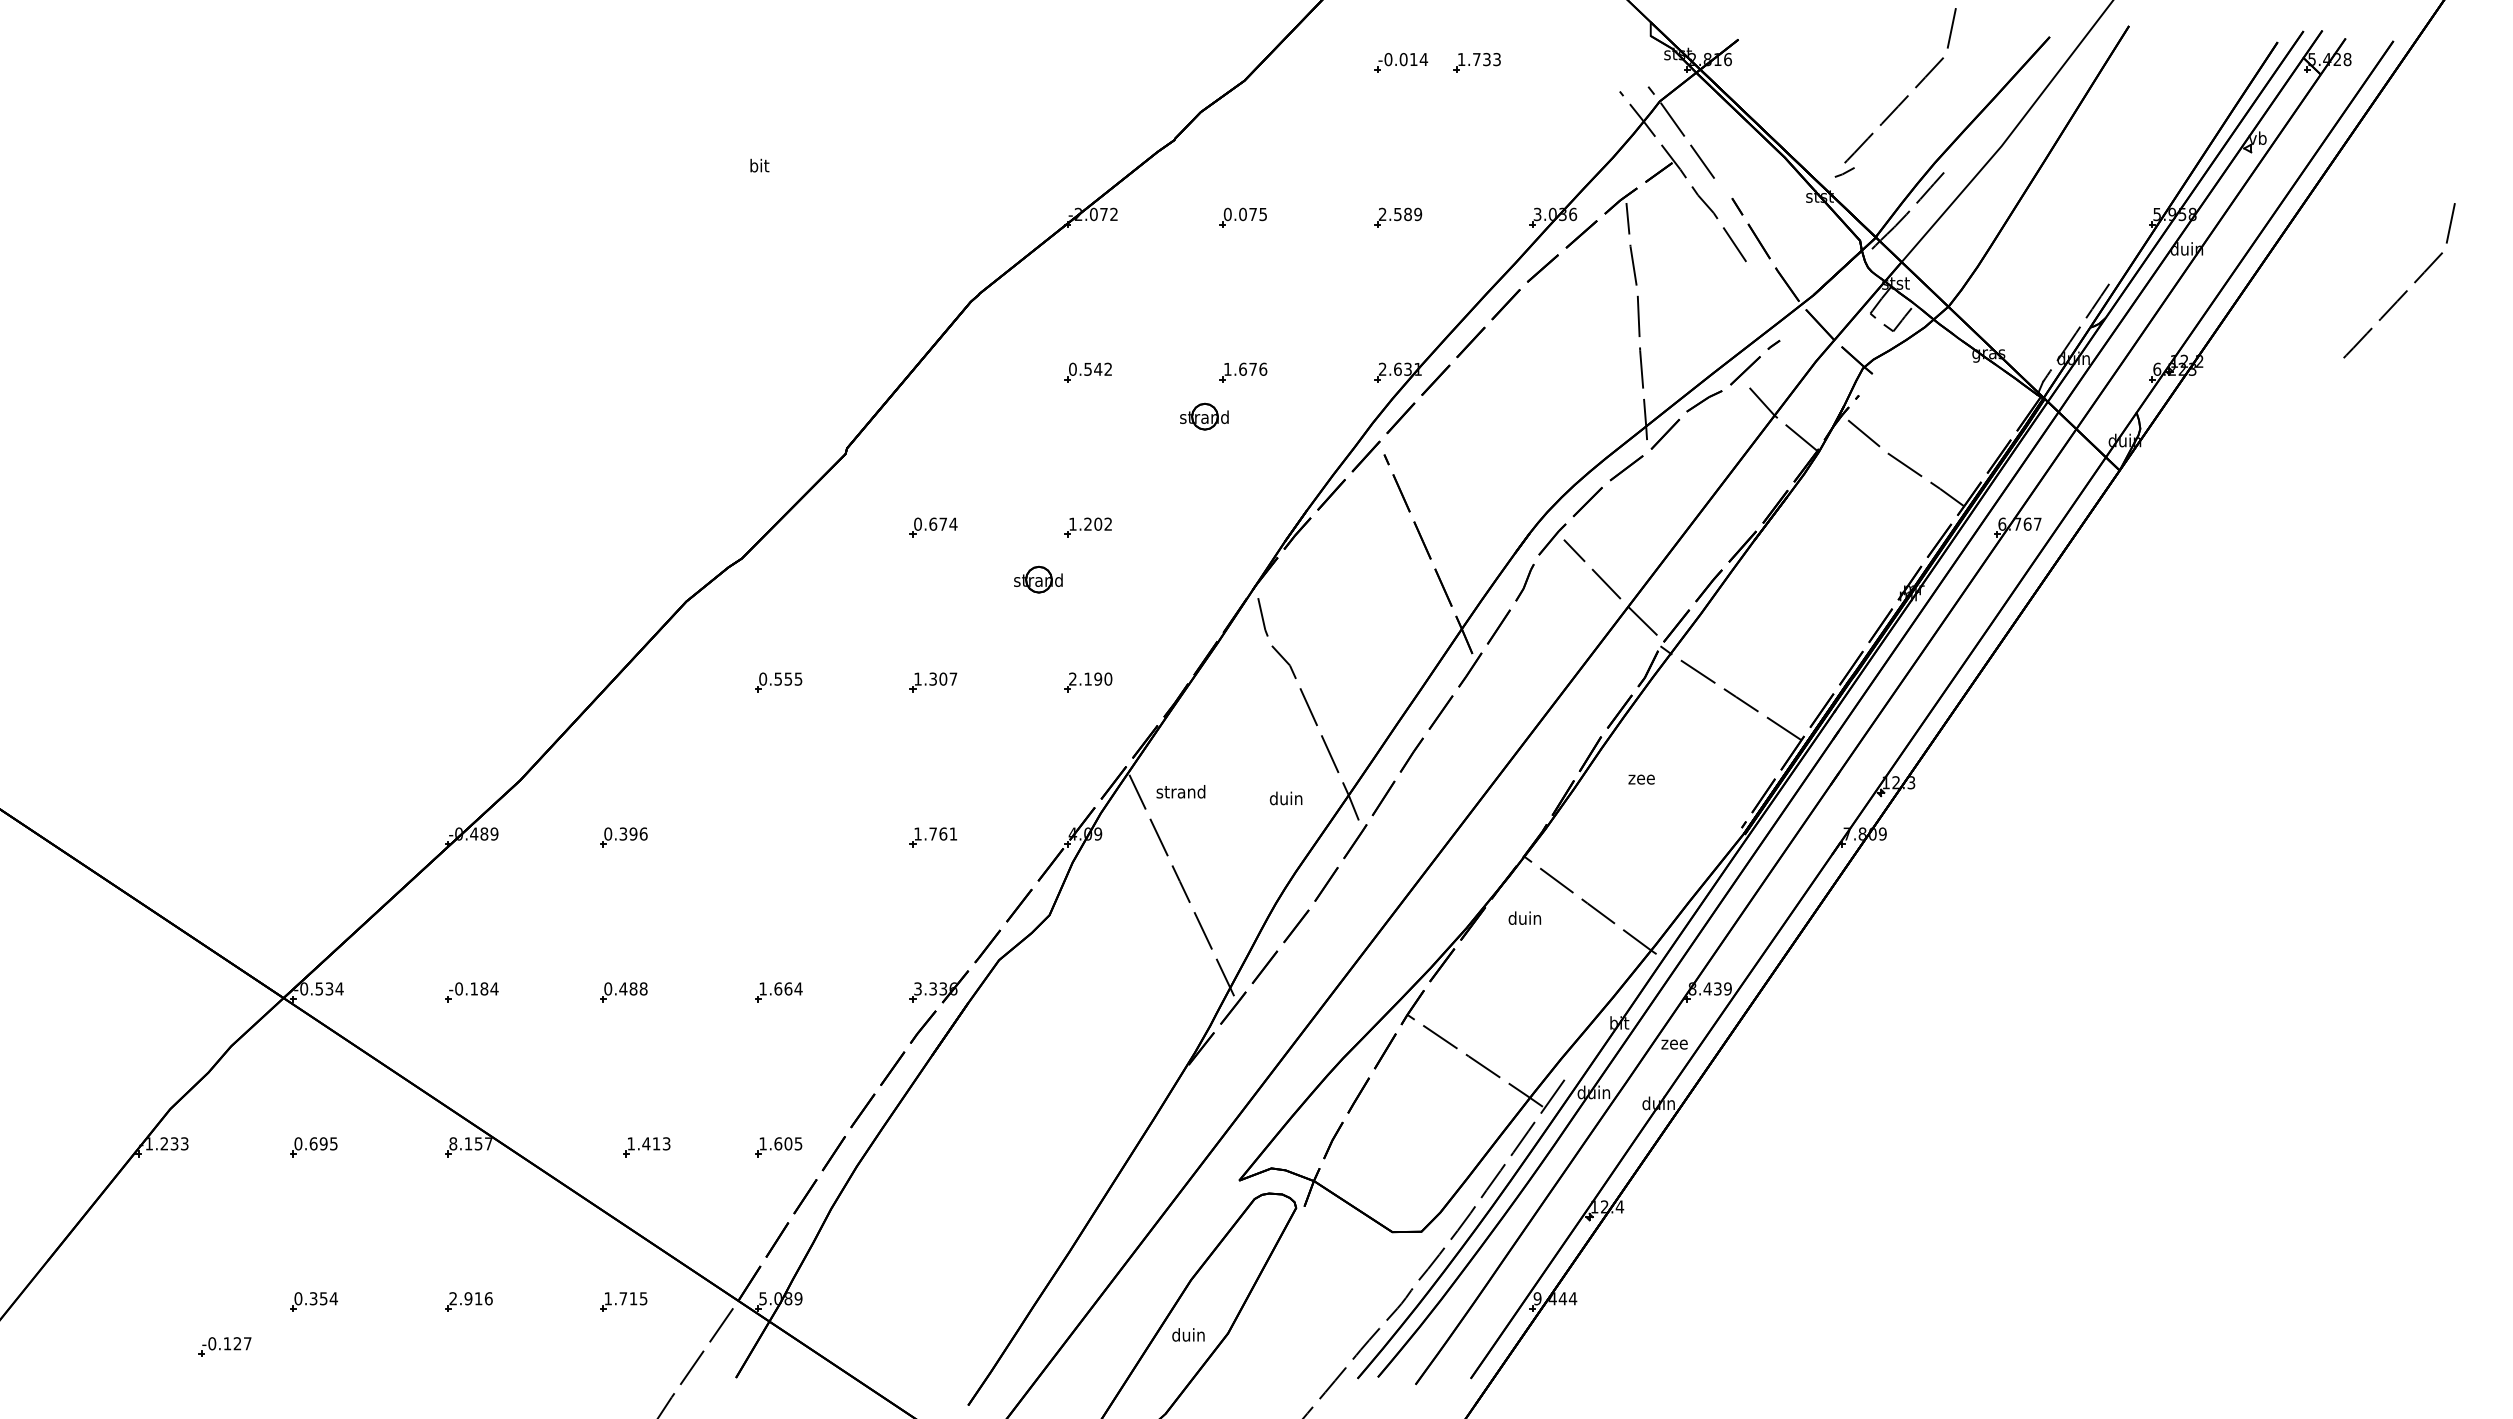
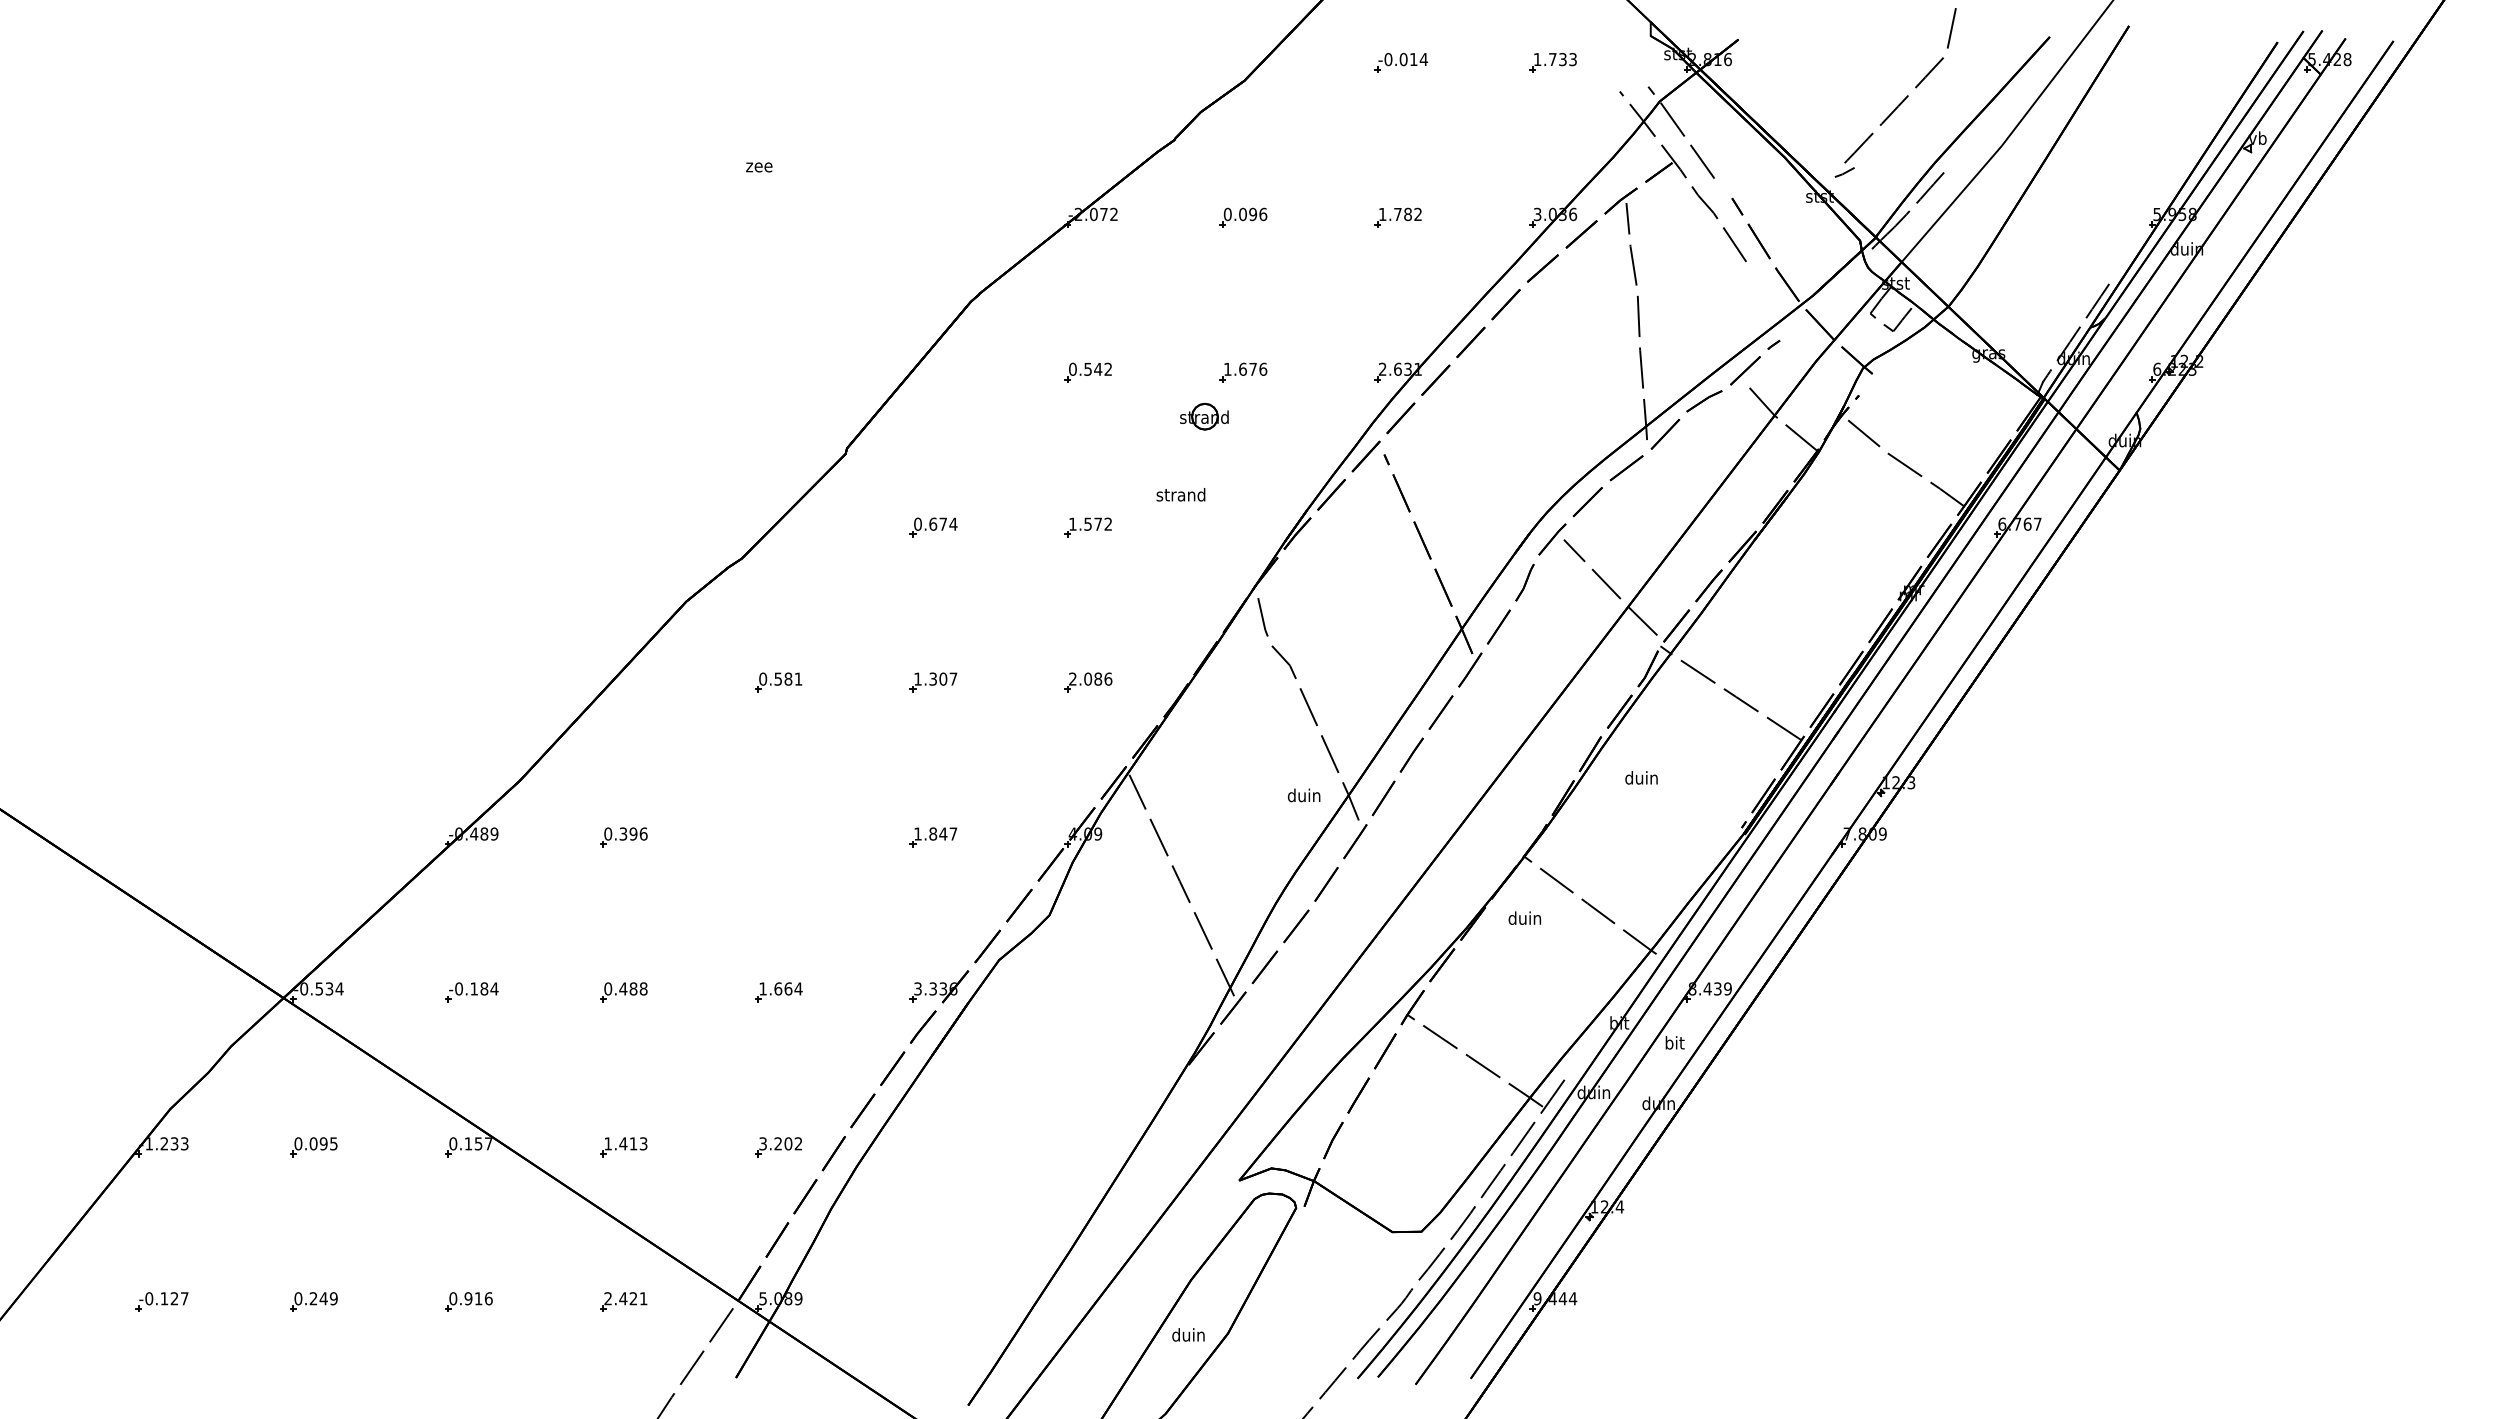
part at (1476, 62) position: (1476, 62) -> (1552, 62)
text at (759, 165): bit -> zee
text at (1258, 214): 0.075 -> 0.096
text at (1400, 214): 2.589 -> 1.782
curve at (2406, 290): present -> none
text at (1093, 523): 1.202 -> 1.572
part at (1038, 579): present -> none
text at (793, 678): 0.555 -> 0.581
text at (1098, 678): 2.190 -> 2.086
text at (1641, 777): zee -> duin
text at (1180, 791) position: (1180, 791) -> (1180, 494)
text at (1285, 798) position: (1285, 798) -> (1303, 795)
text at (943, 833): 1.761 -> 1.847
text at (1674, 1042): zee -> bit
text at (313, 1143): 0.695 -> 0.095
text at (453, 1143): 8.157 -> 0.157
text at (780, 1143): 1.605 -> 3.202
part at (646, 1147) position: (646, 1147) -> (623, 1147)
text at (323, 1298): 0.354 -> 0.249
text at (453, 1298): 2.916 -> 0.916
text at (625, 1298): 1.715 -> 2.421
part at (224, 1346) position: (224, 1346) -> (161, 1301)
